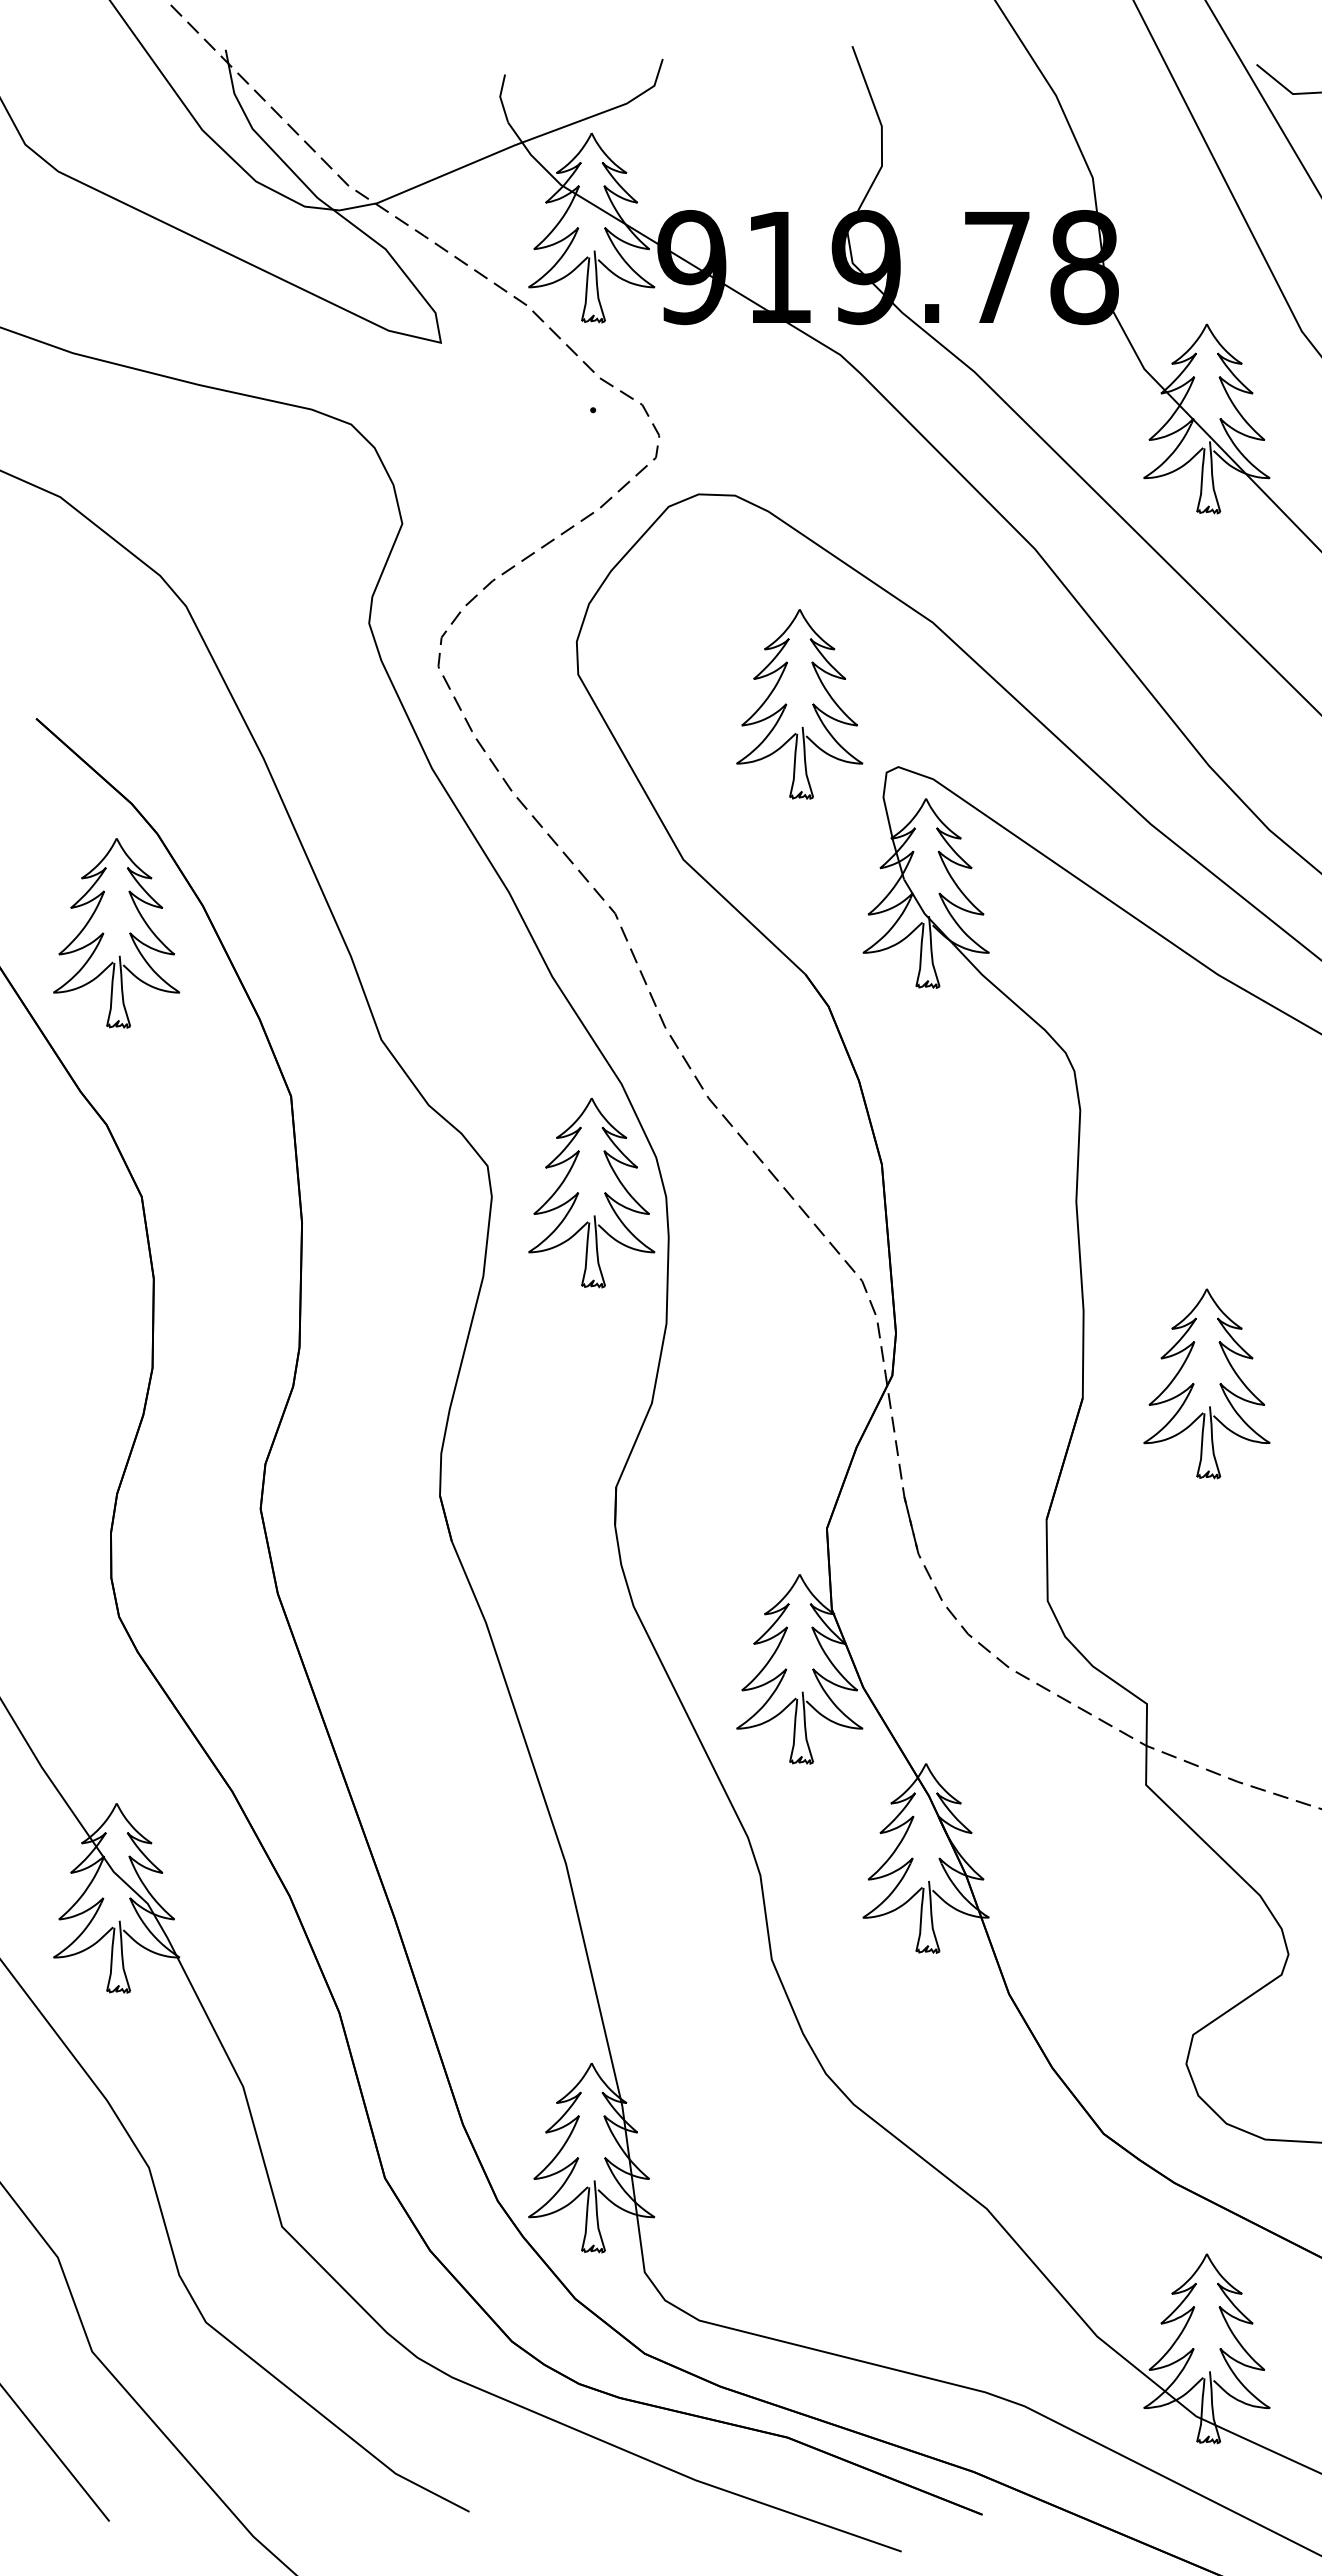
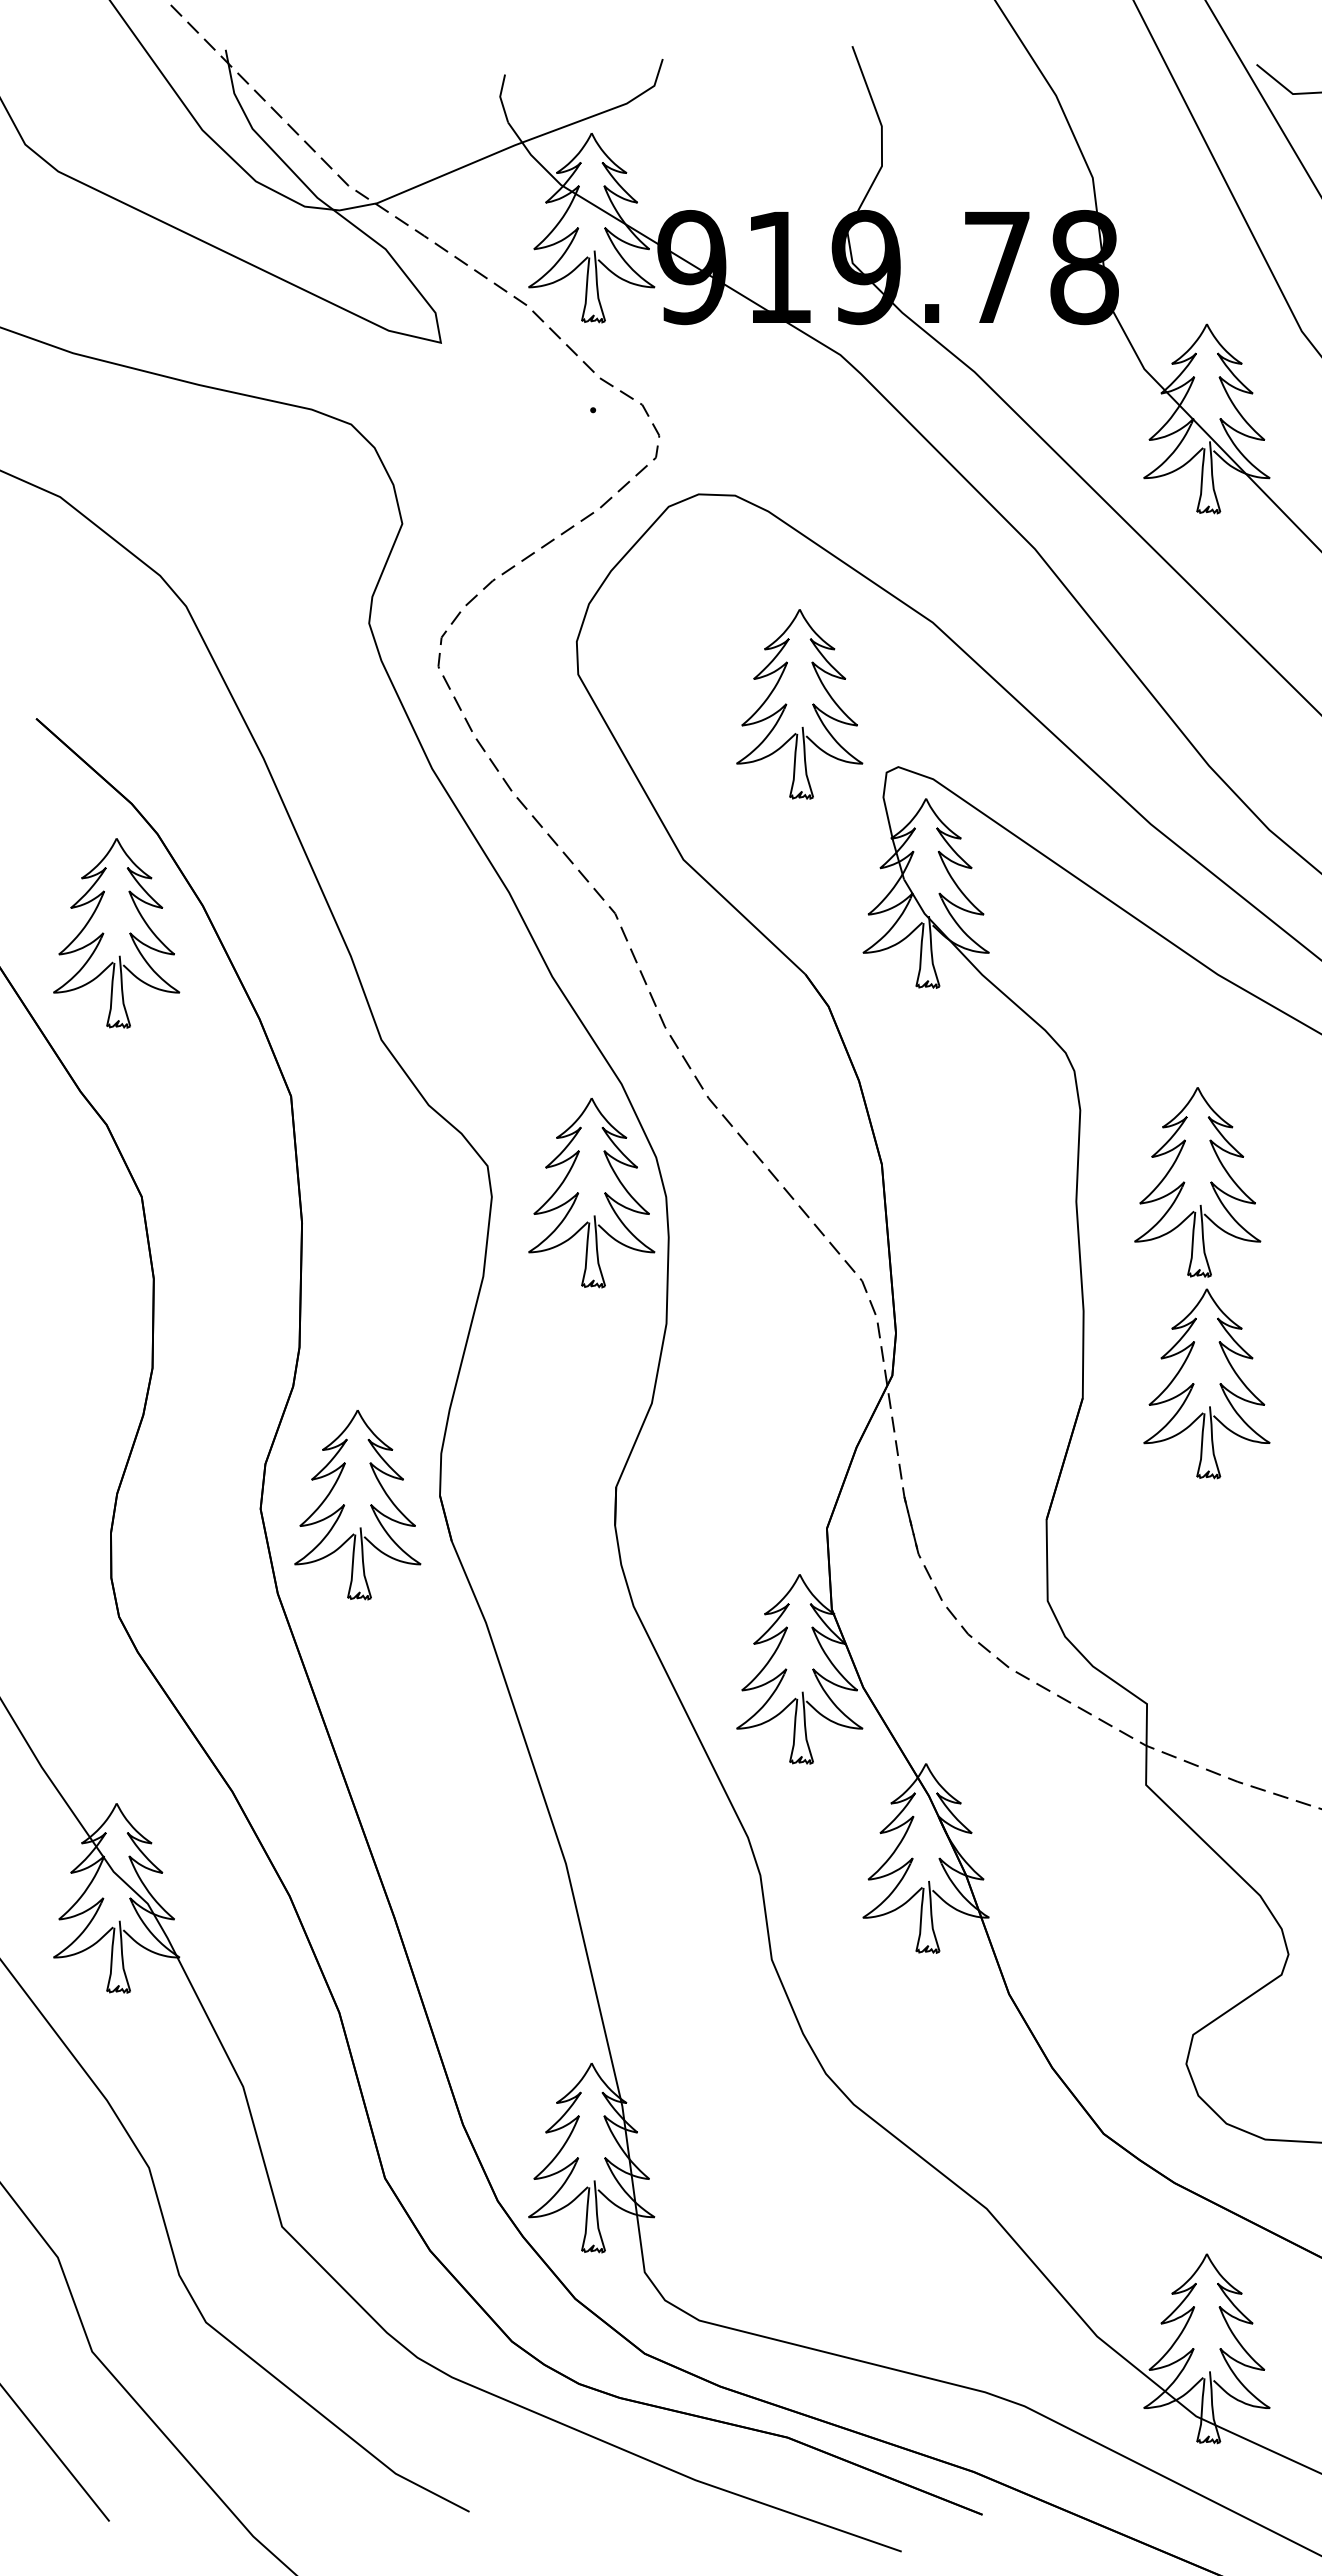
part at (1197, 1182): none -> present
part at (357, 1505): none -> present
